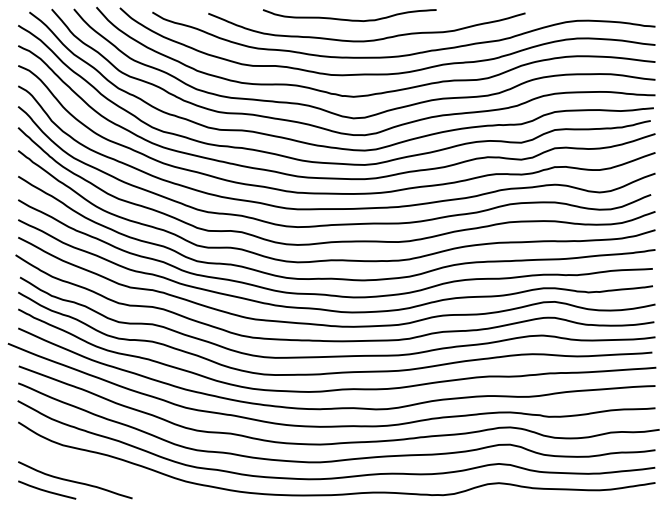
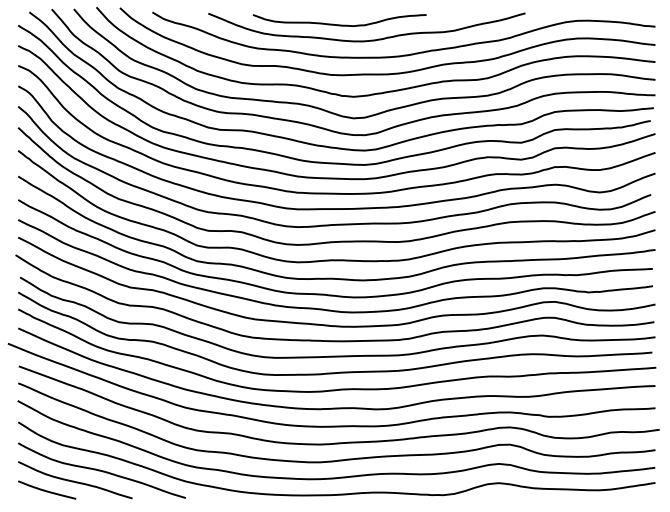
curve at (349, 19) position: (349, 19) -> (339, 24)
curve at (101, 470): none -> present
